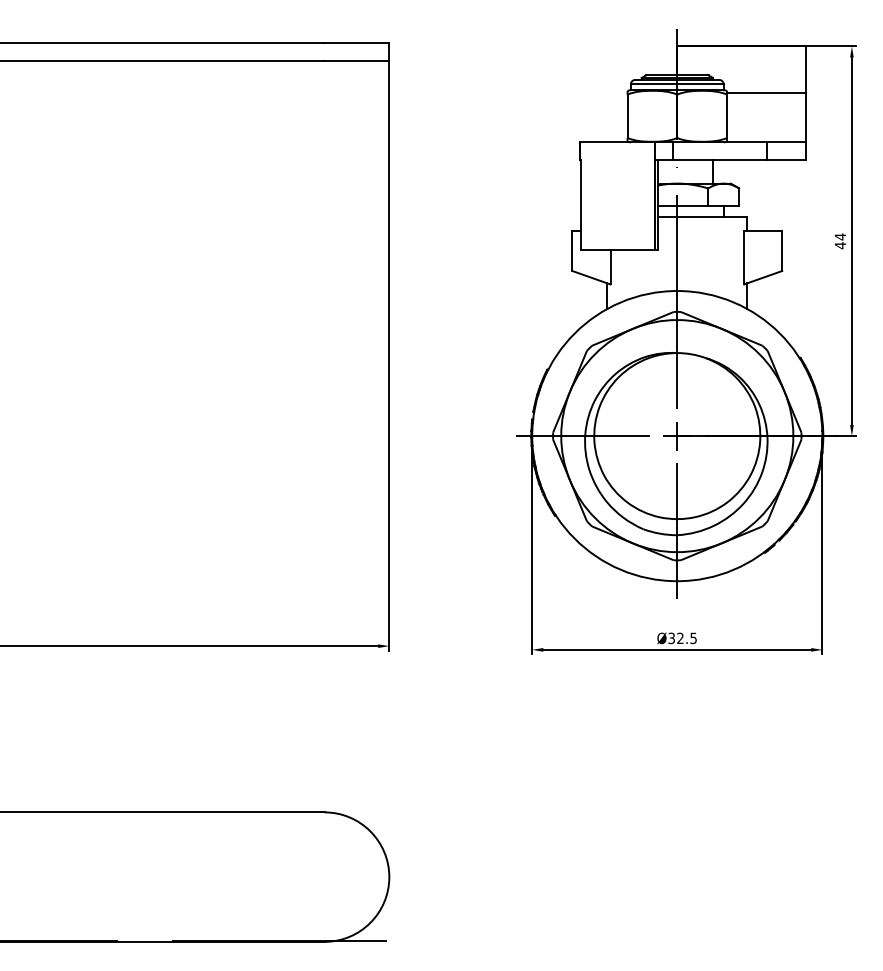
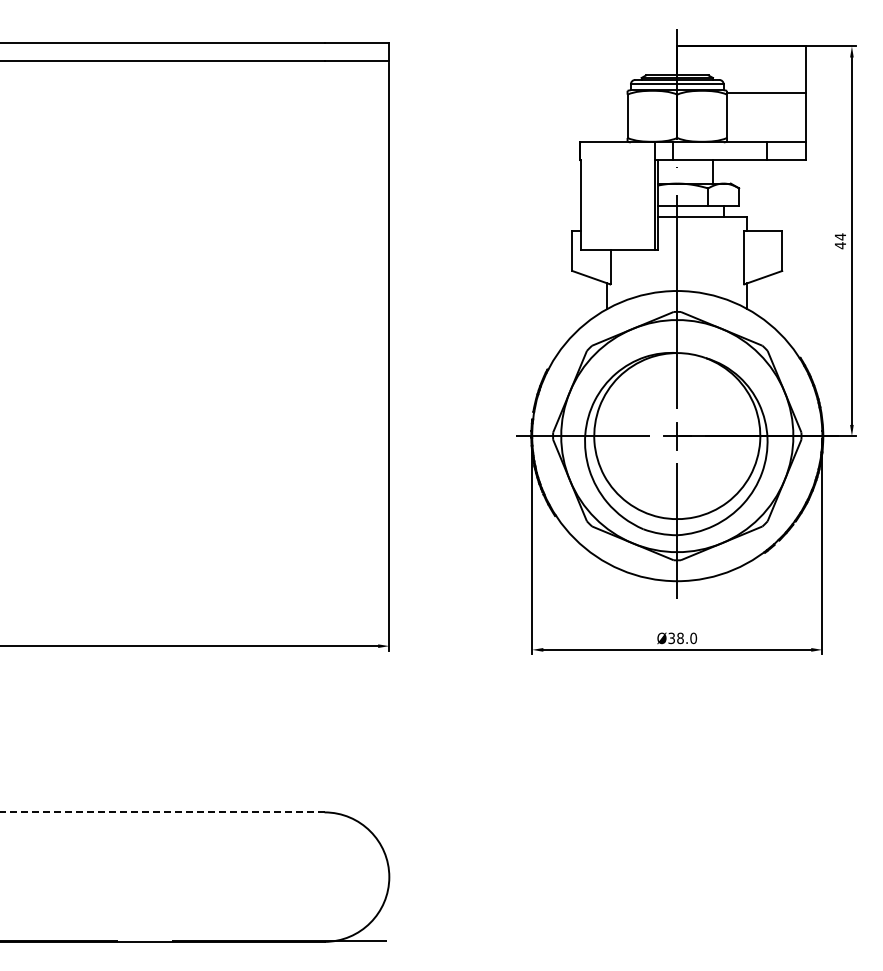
text at (687, 638): Ø32.5 -> Ø38.0
line at (162, 812): solid -> dashed
